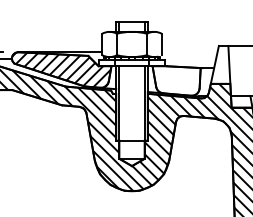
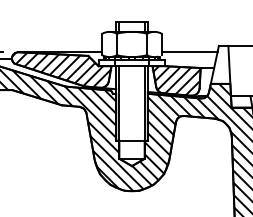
line at (189, 52): none -> present
hatch at (176, 80): none -> present
